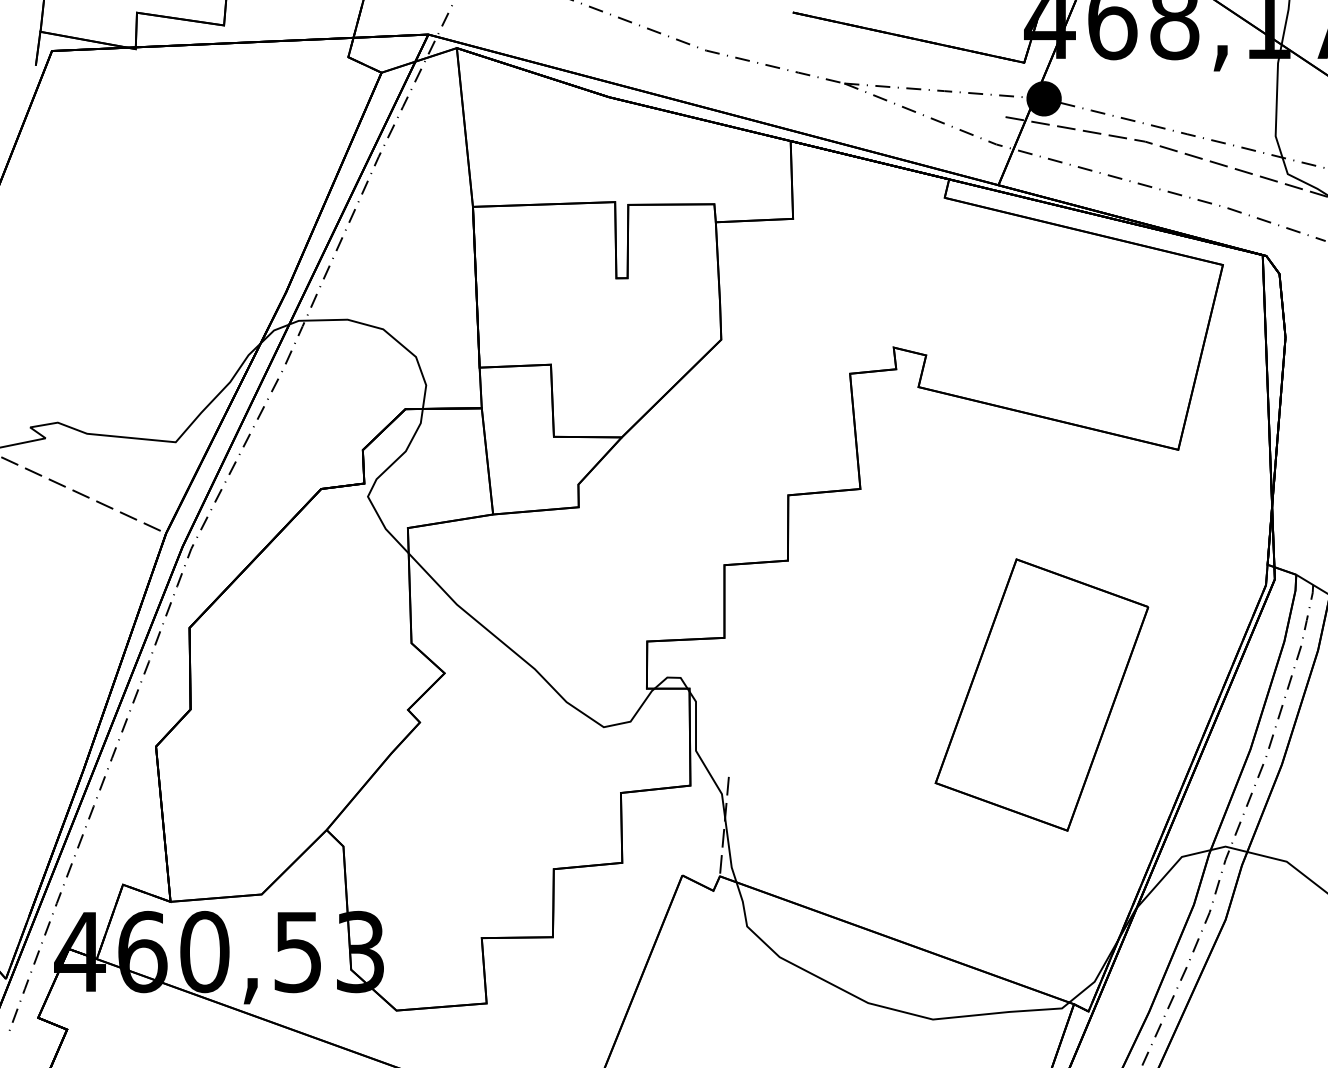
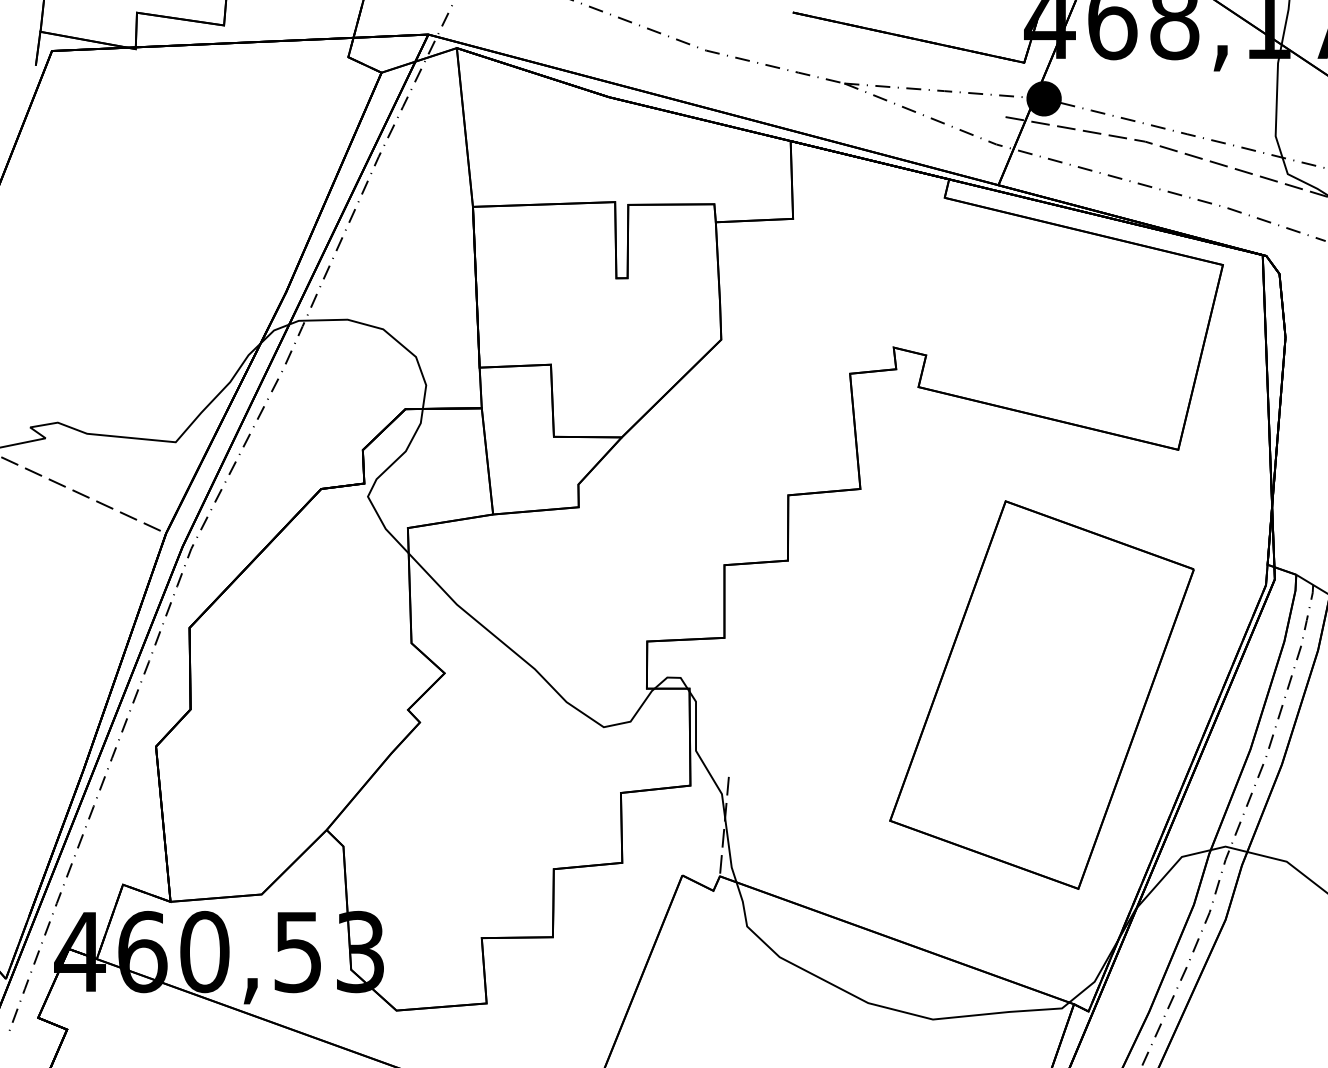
part at (1041, 694) size: 216x274 px -> 306x390 px
